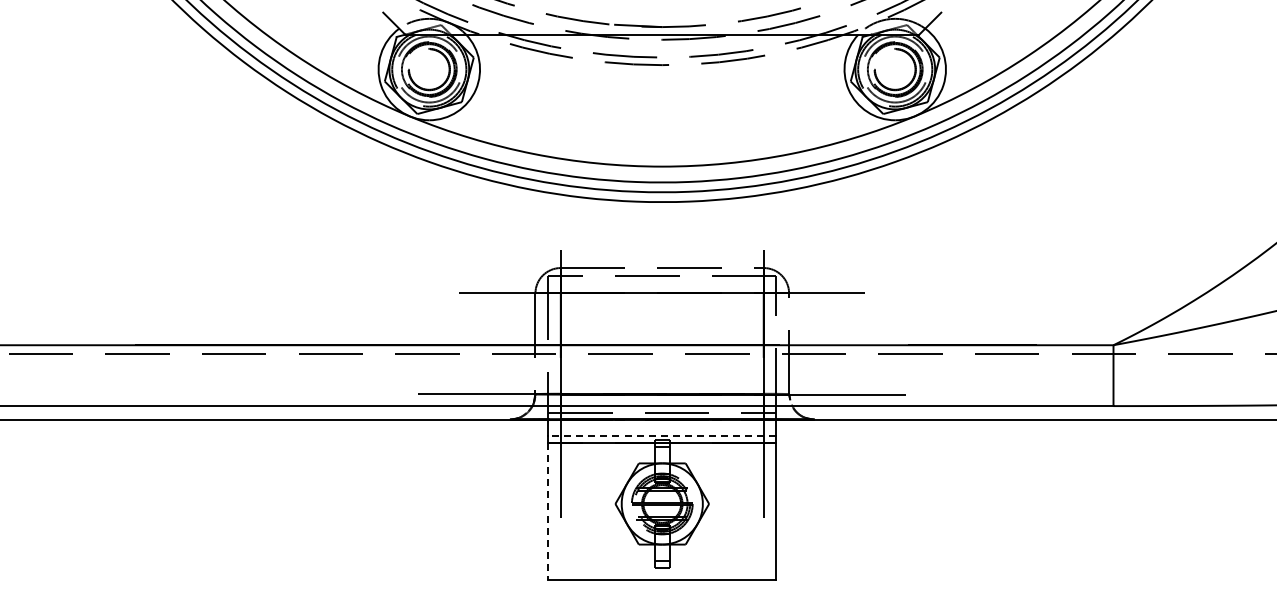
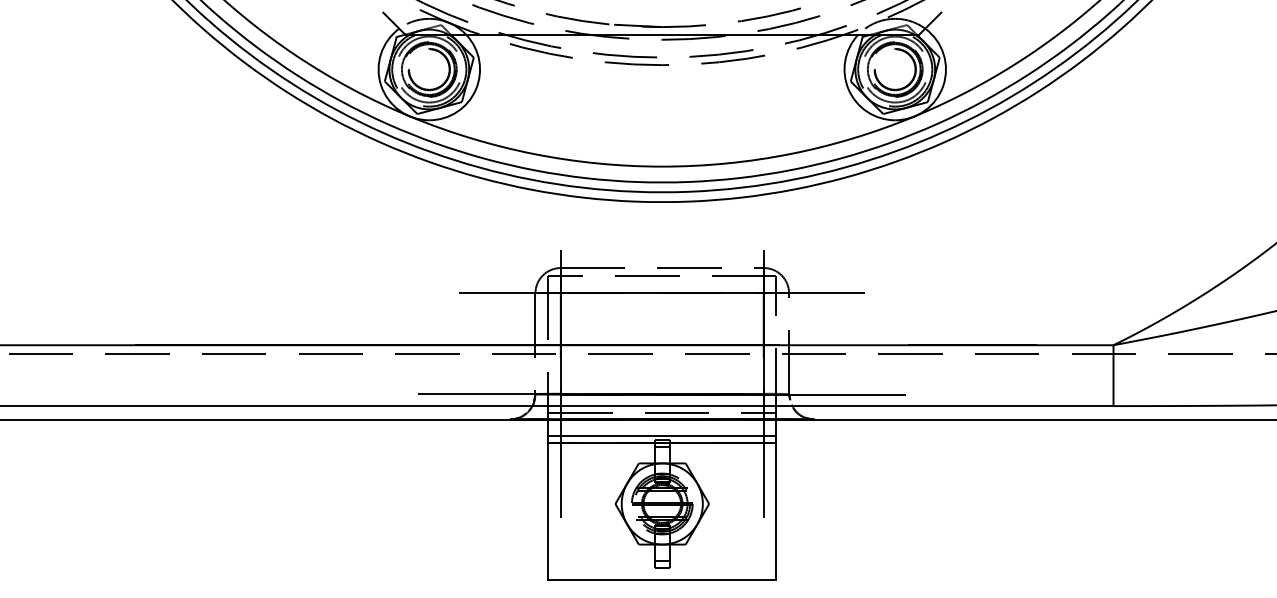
line at (661, 435): dashed -> solid
line at (548, 512): dashed -> solid
